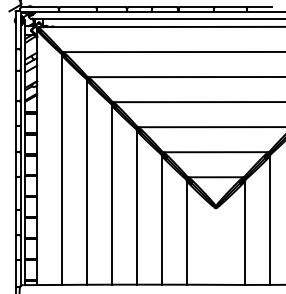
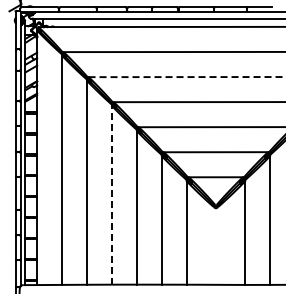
line at (187, 77): solid -> dashed
line at (111, 195): solid -> dashed
